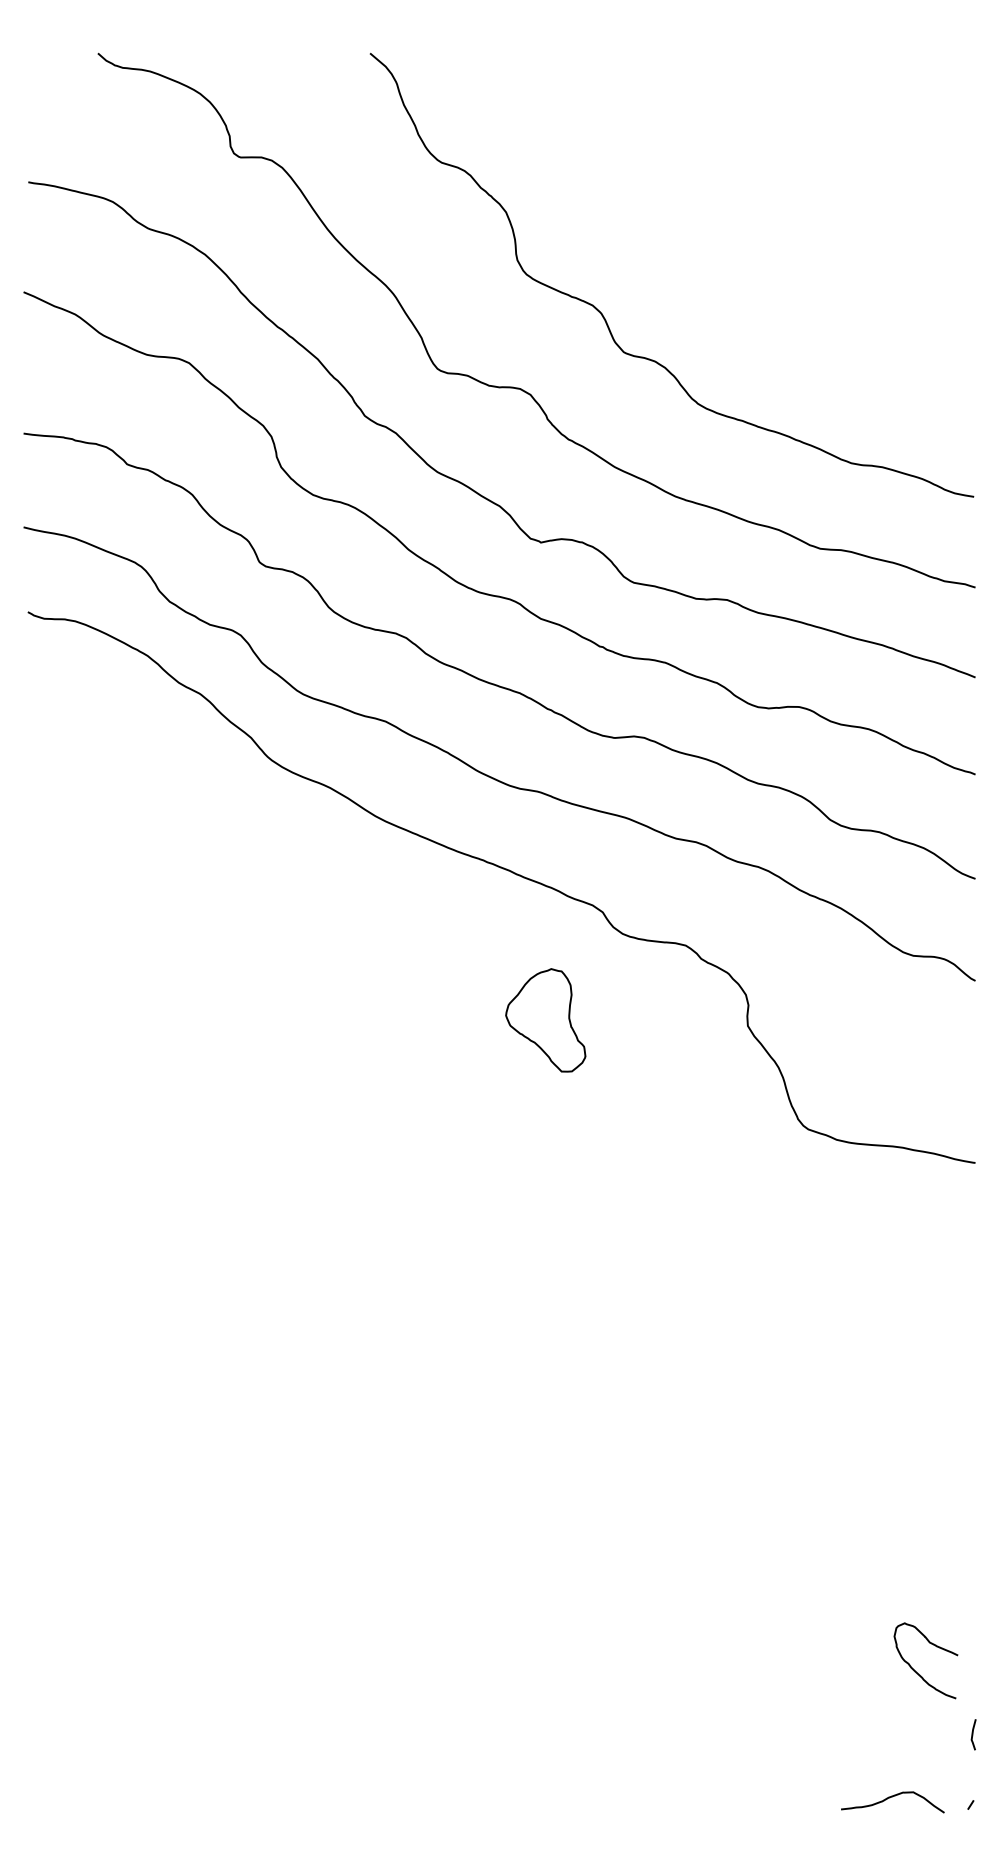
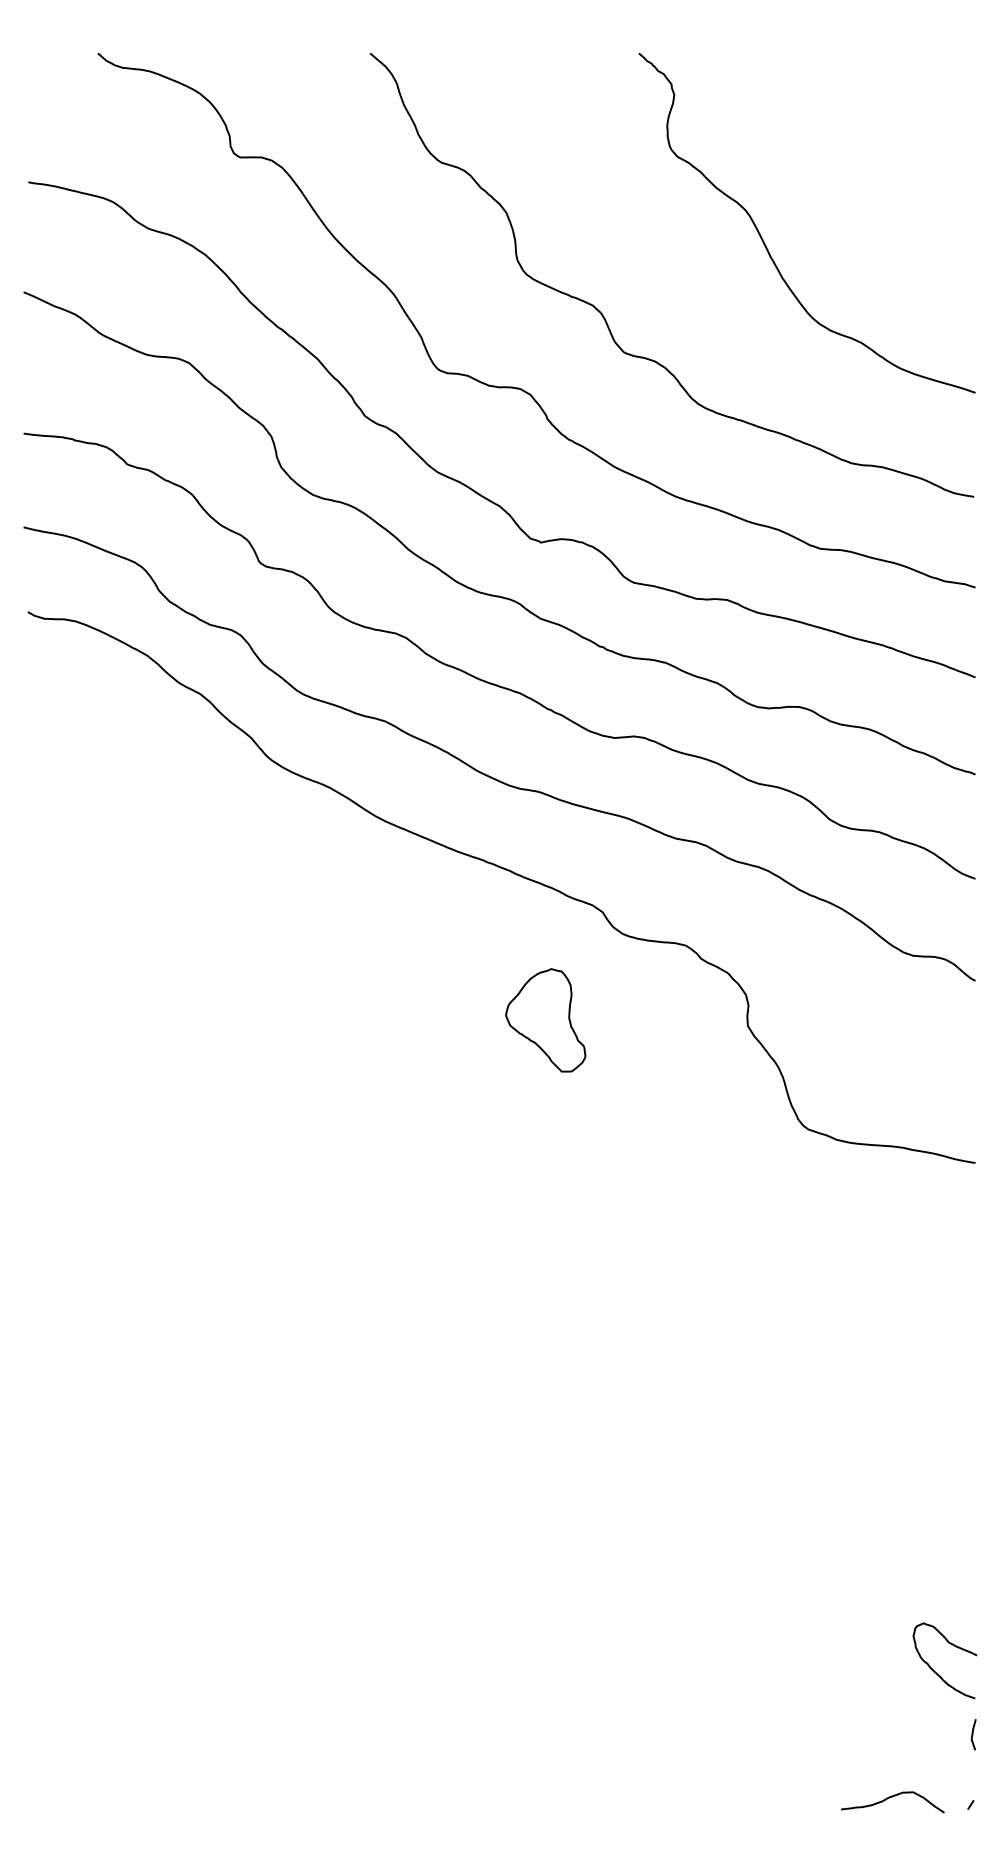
curve at (765, 243): none -> present
curve at (915, 1670) position: (915, 1670) -> (934, 1670)
